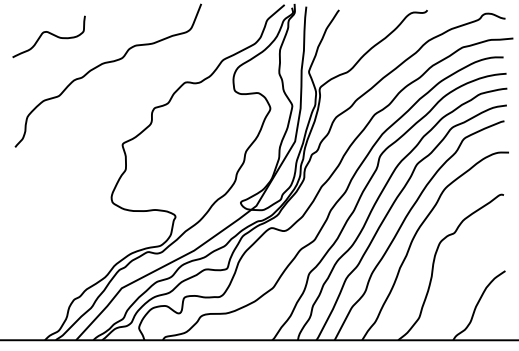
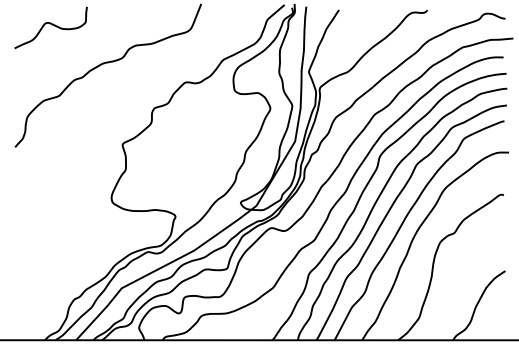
curve at (50, 34) position: (50, 34) -> (52, 25)
